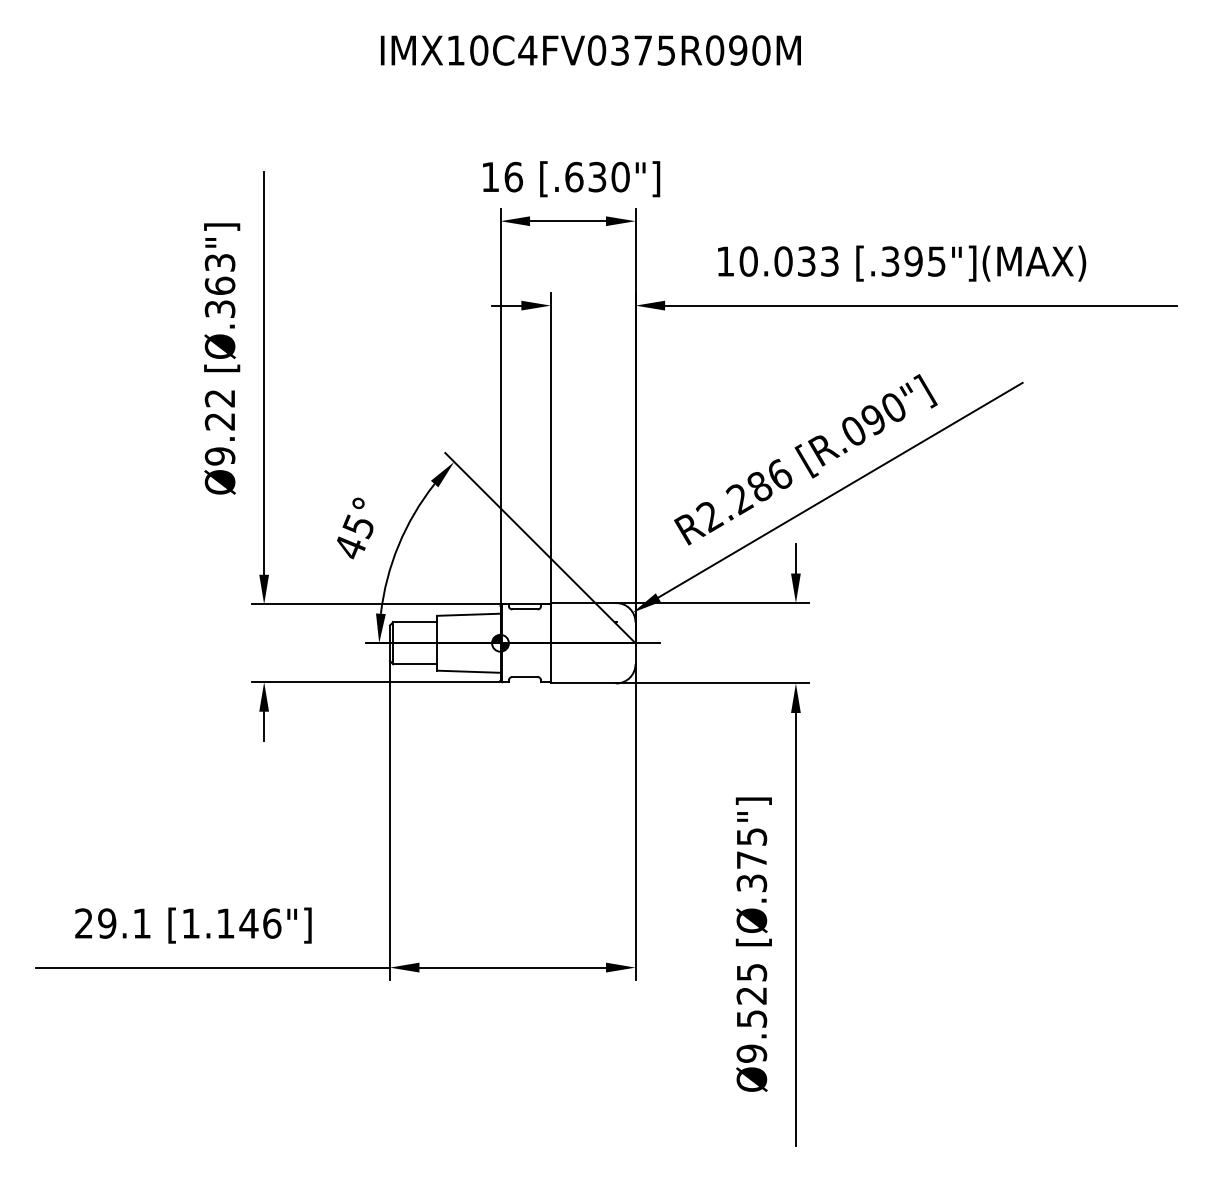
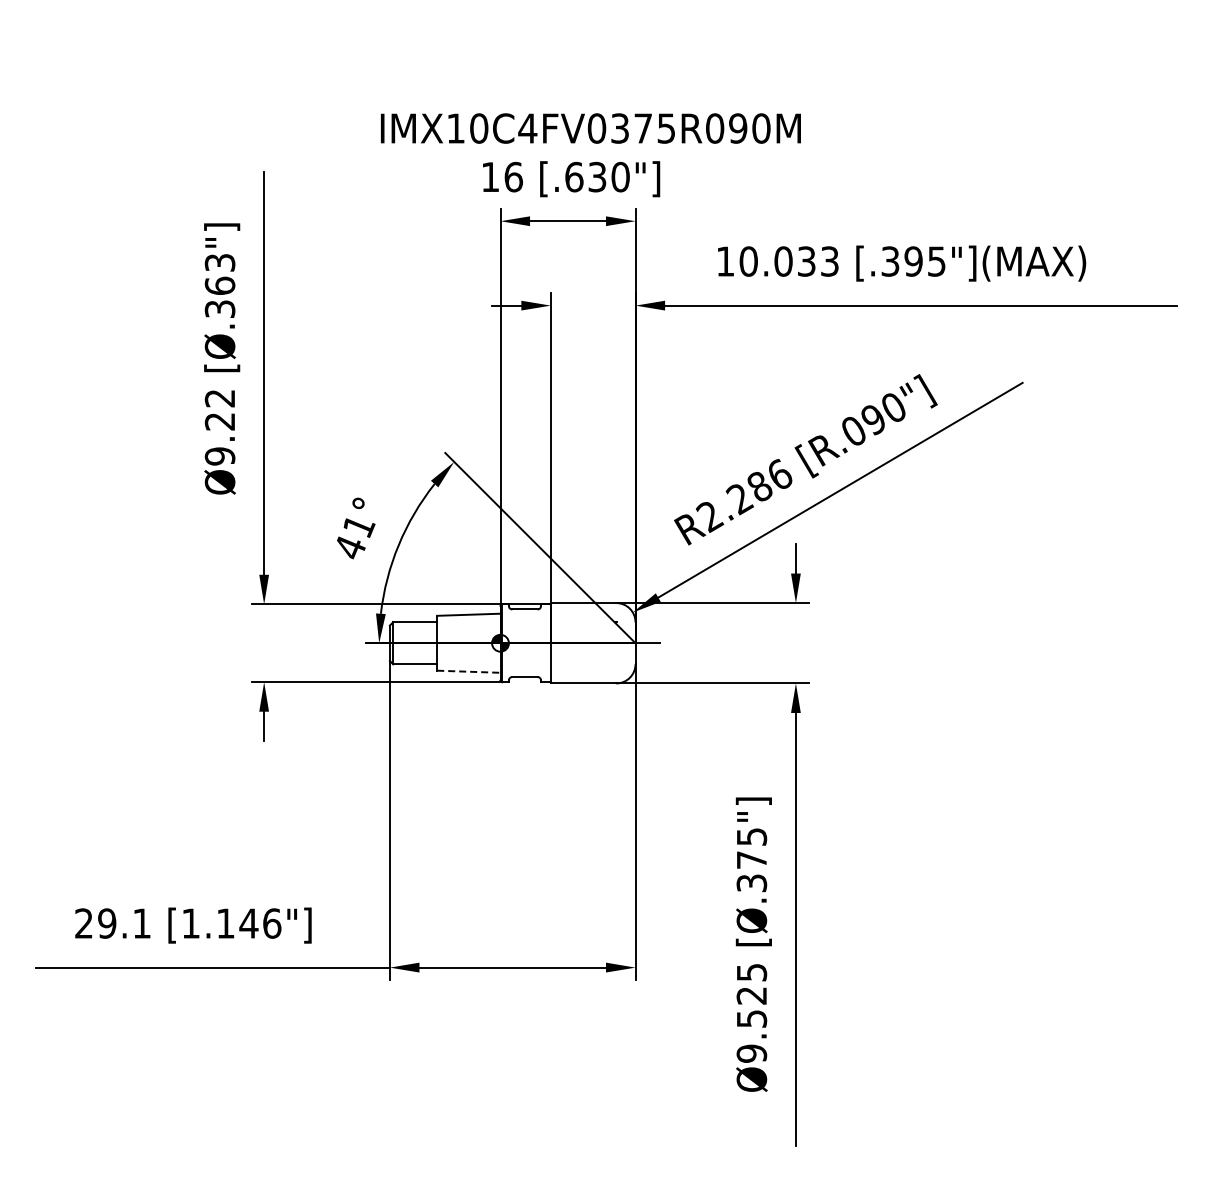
text at (590, 50) position: (590, 50) -> (590, 128)
text at (358, 526): 45° -> 41°
line at (468, 671): solid -> dashed
